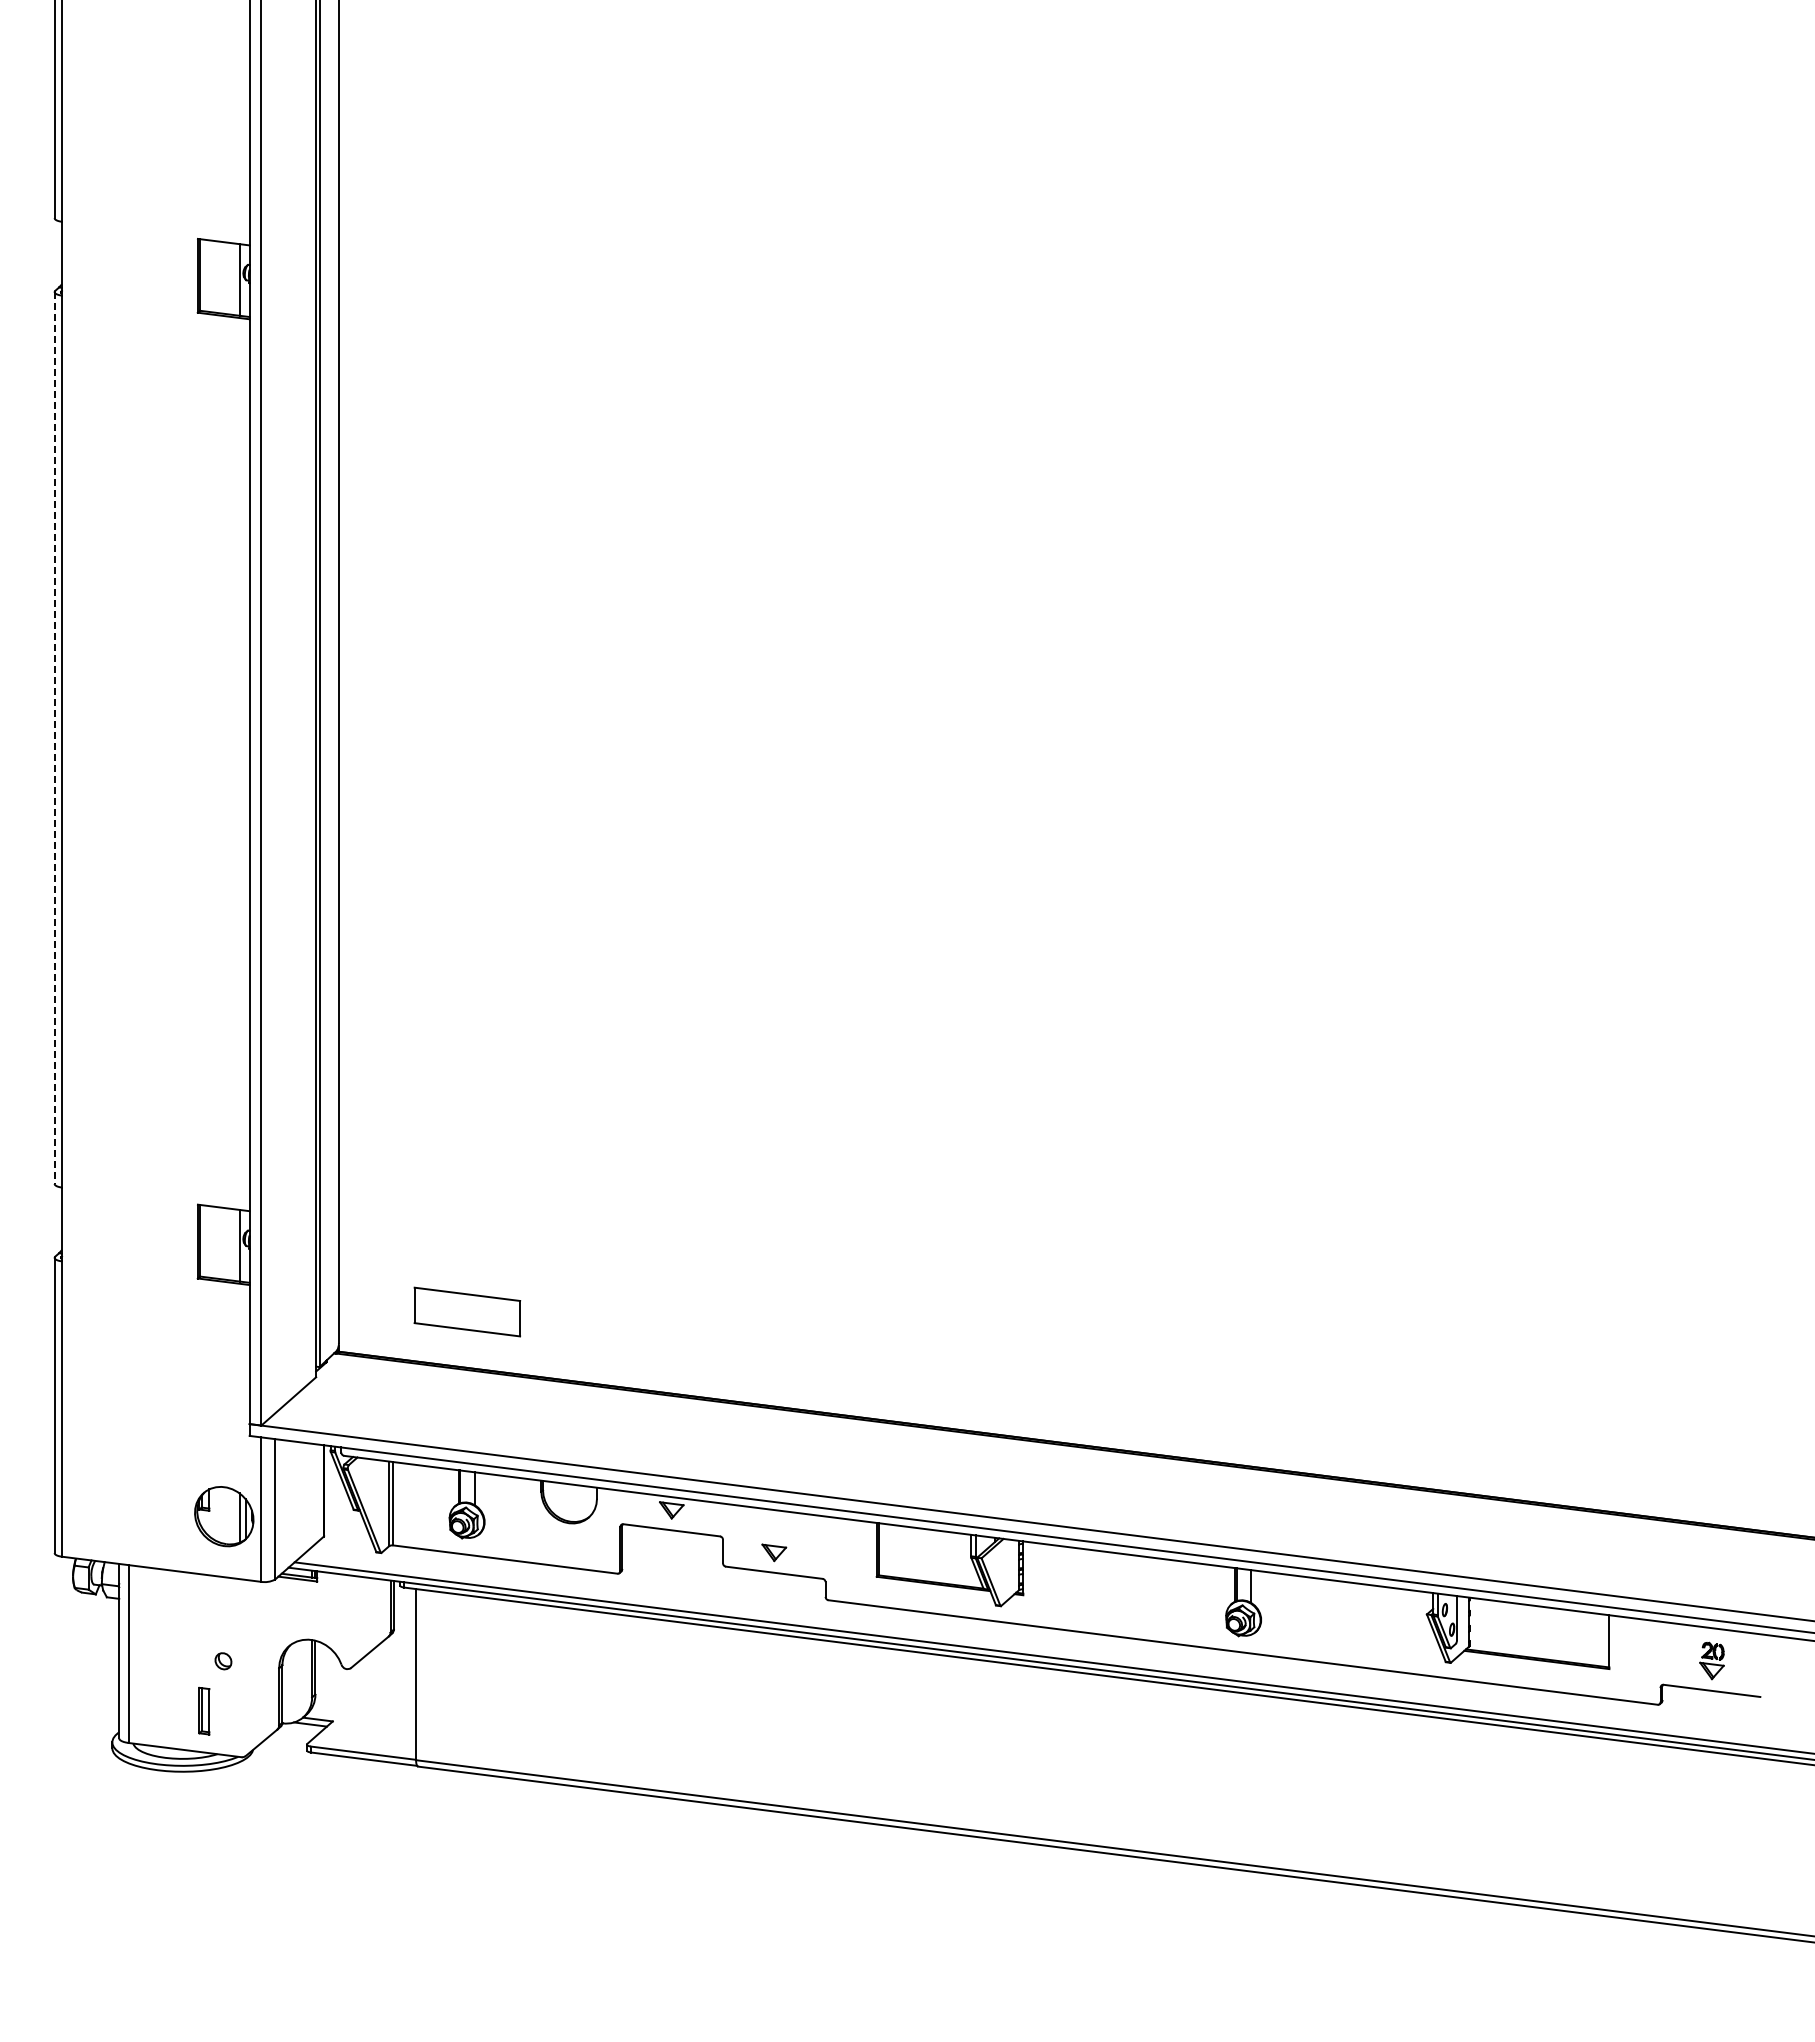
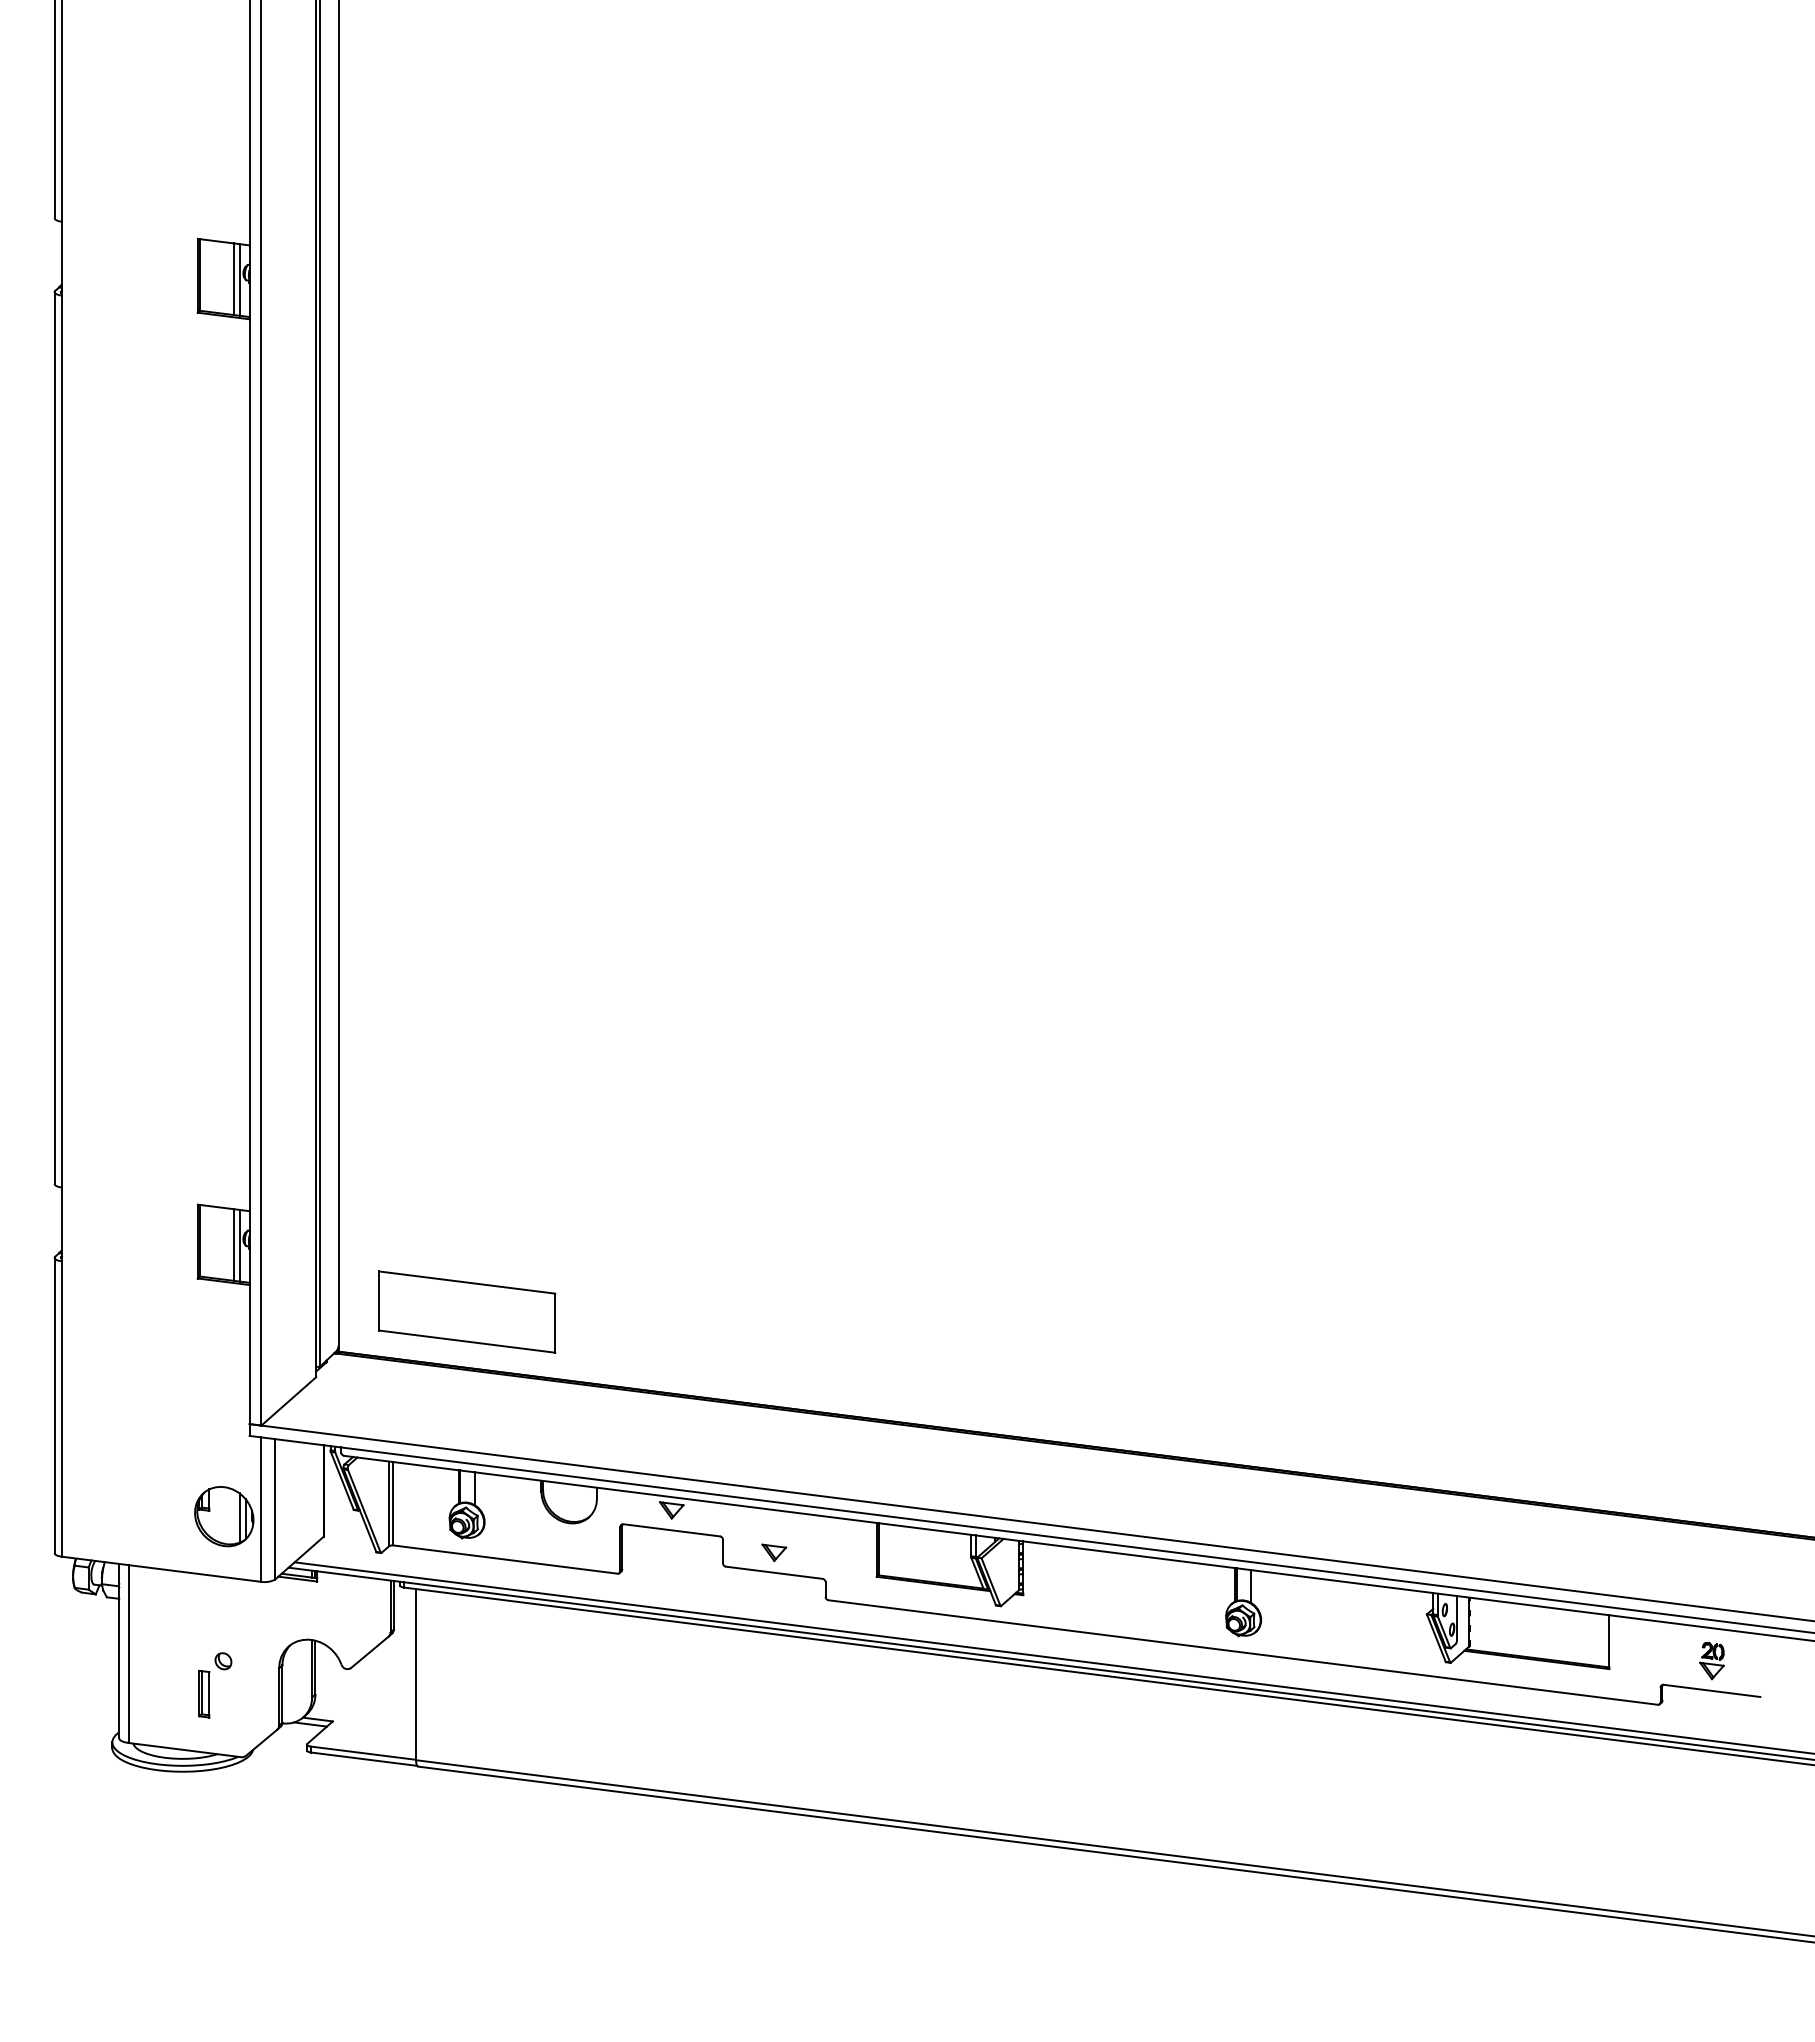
line at (233, 279): none -> present
line at (54, 738): dashed -> solid
line at (233, 1244): none -> present
part at (467, 1311) size: 109x52 px -> 179x84 px
part at (204, 1710) position: (204, 1710) -> (204, 1693)
